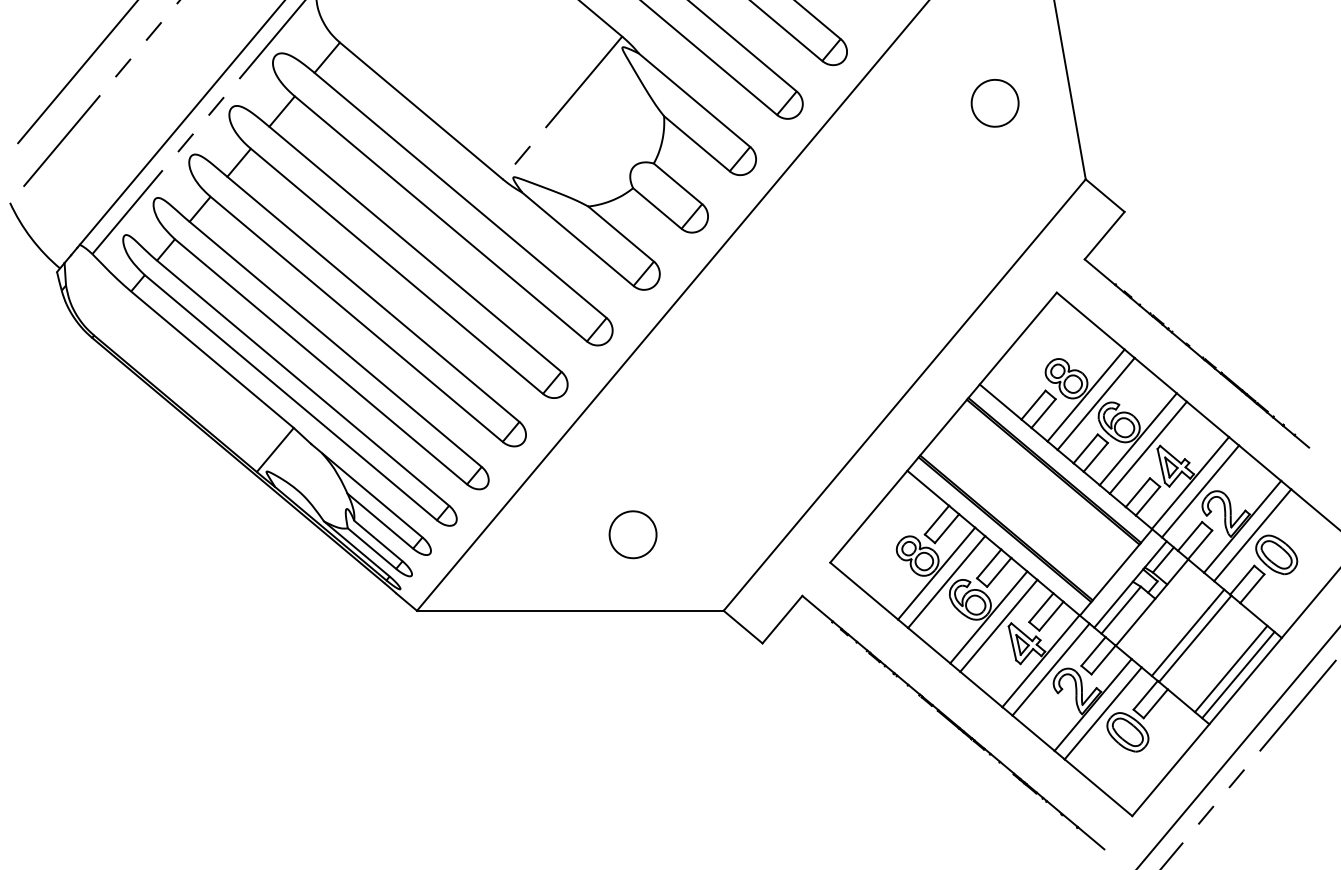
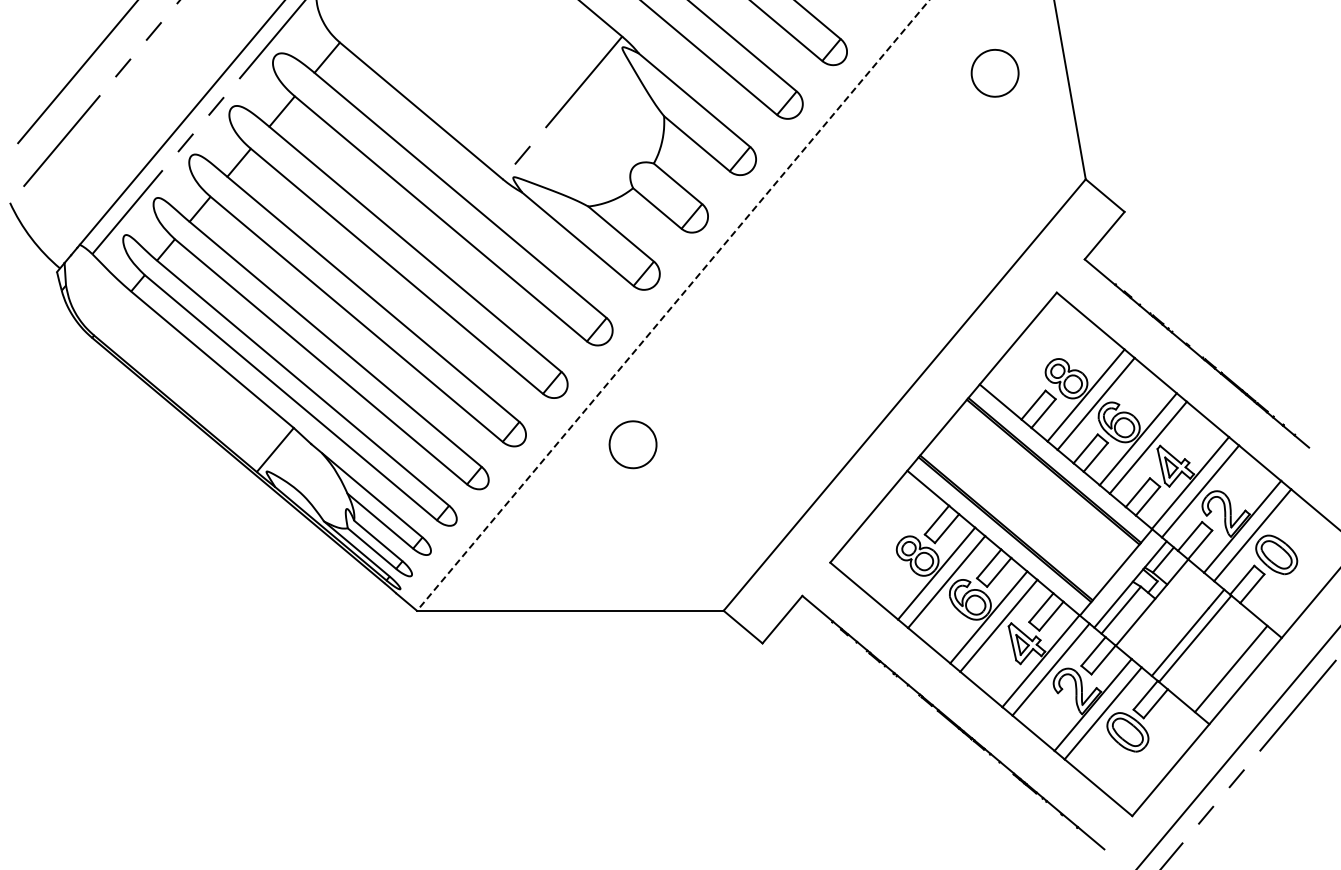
part at (994, 103) position: (994, 103) -> (994, 73)
line at (672, 306): solid -> dashed
part at (632, 534) position: (632, 534) -> (632, 444)
line at (1238, 674): present -> none
